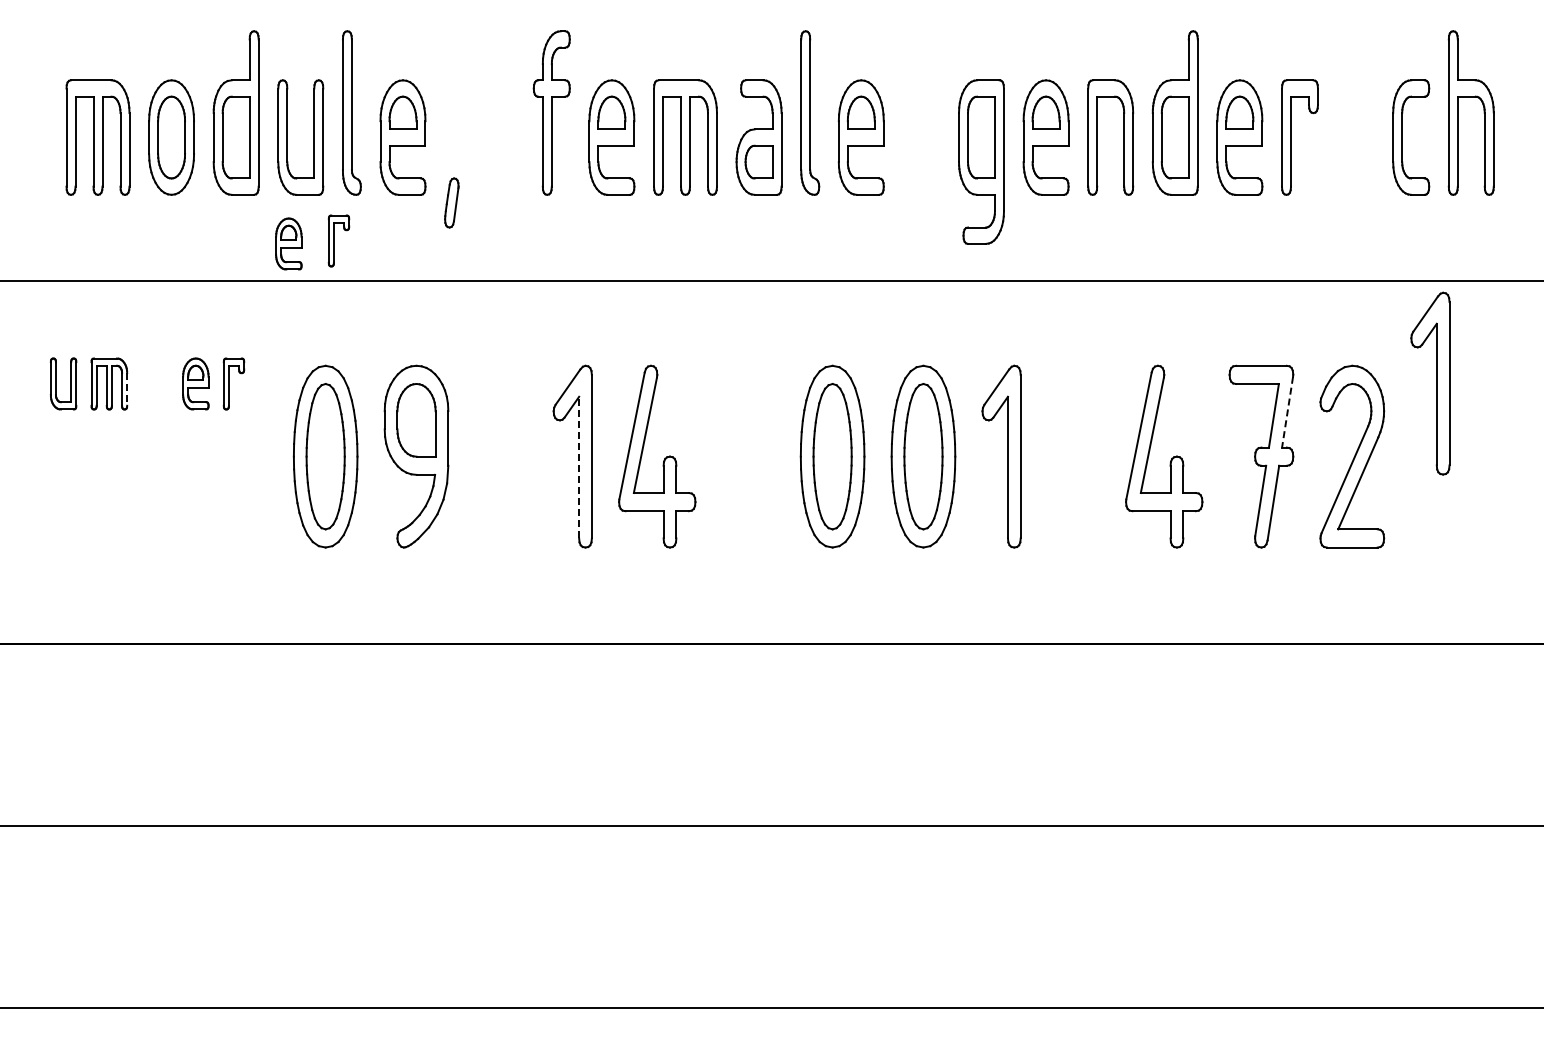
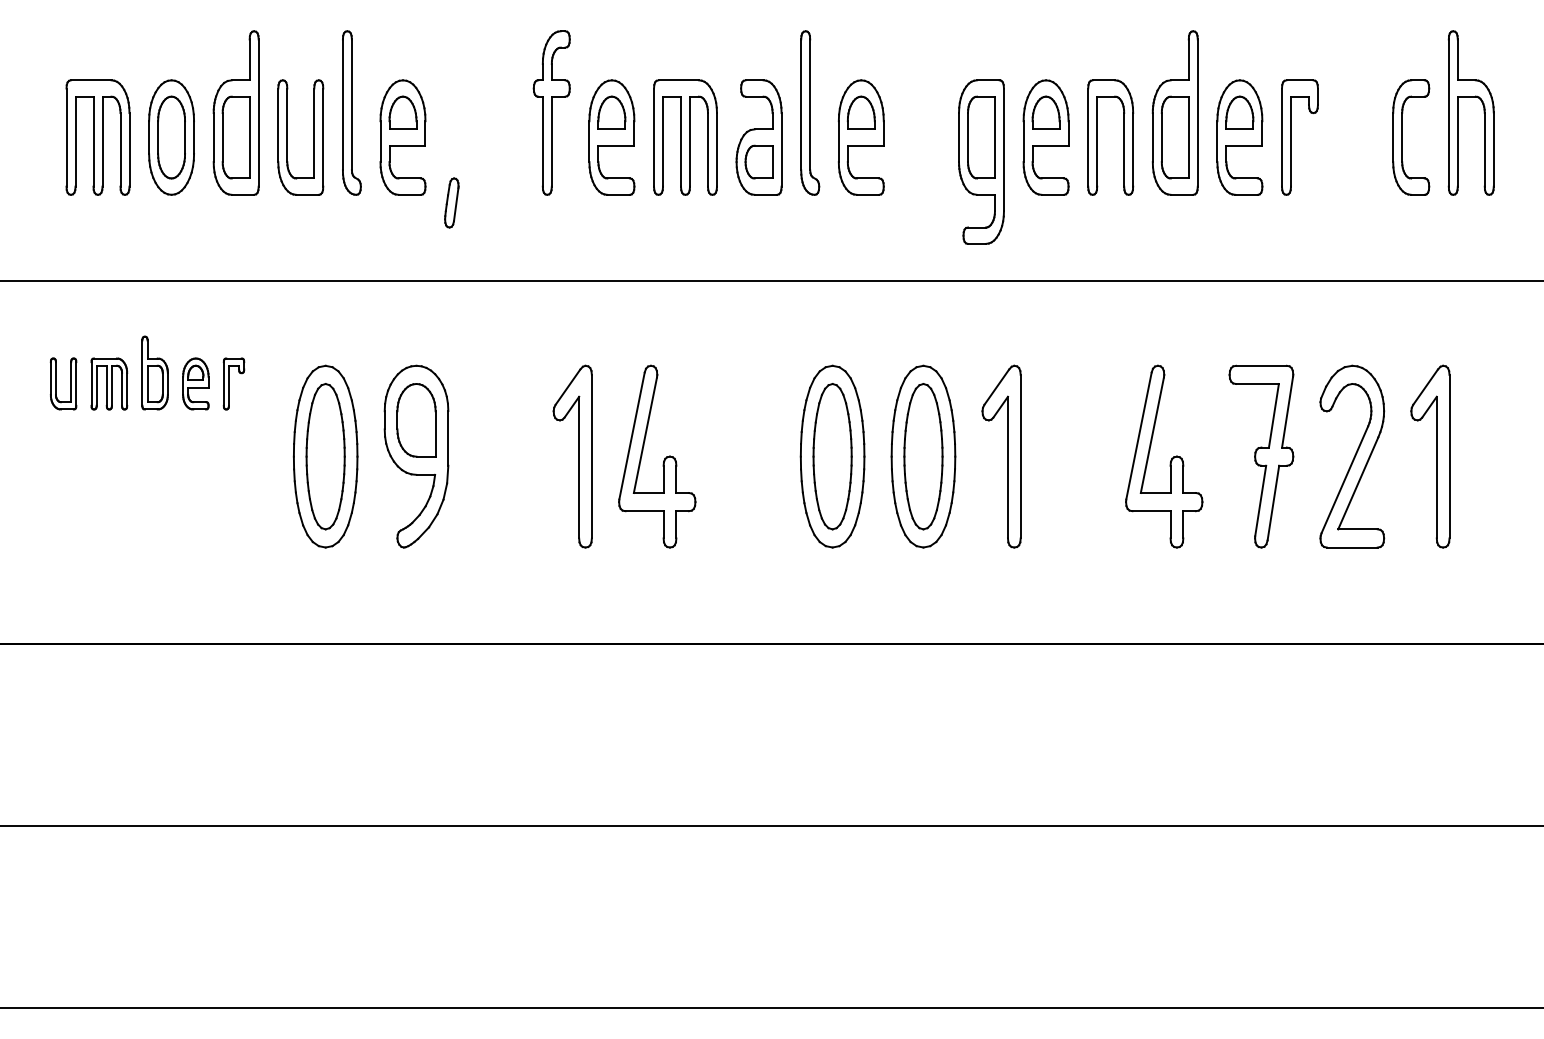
part at (338, 240): present -> none
part at (288, 243): present -> none
part at (154, 372): none -> present
part at (1430, 383) position: (1430, 383) -> (1430, 456)
line at (127, 389): dashed -> solid
line at (1287, 412): dashed -> solid
line at (579, 467): dashed -> solid
